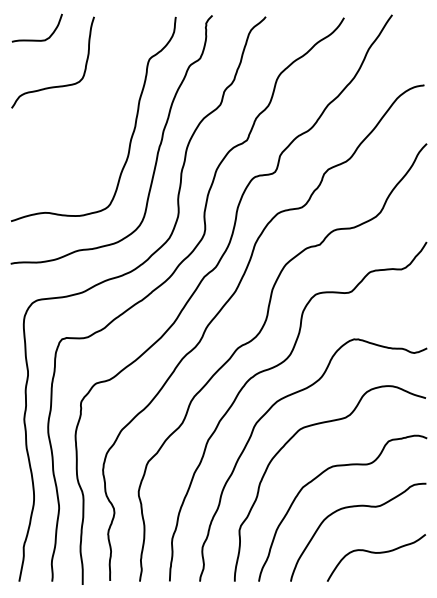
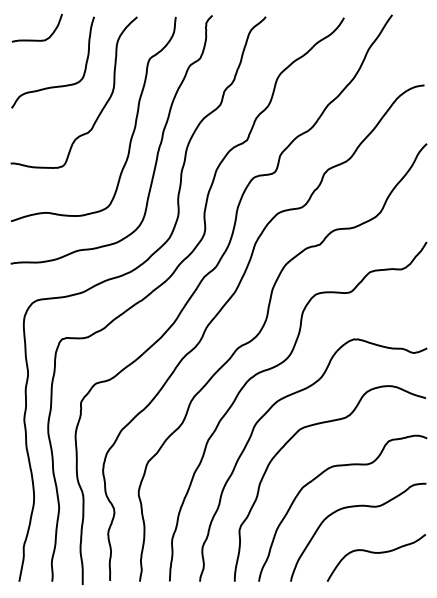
curve at (102, 107): none -> present
